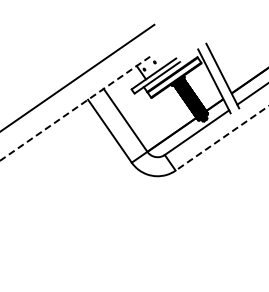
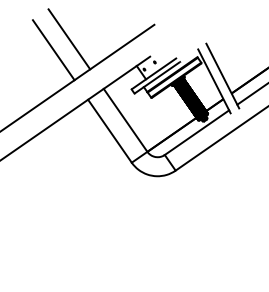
line at (69, 39): none -> present
line at (53, 50): none -> present
line at (75, 108): dashed -> solid
line at (221, 138): dashed -> solid
